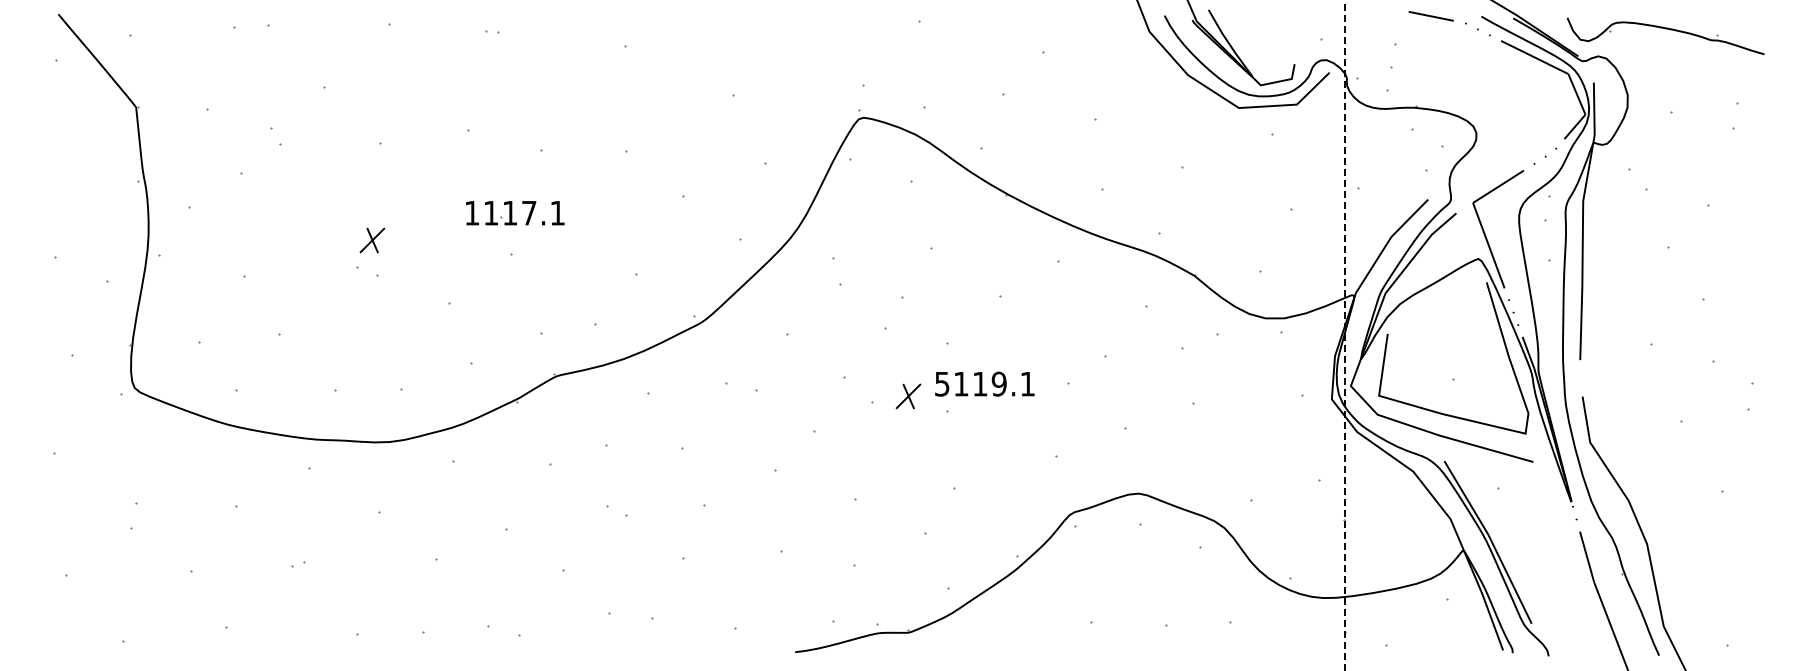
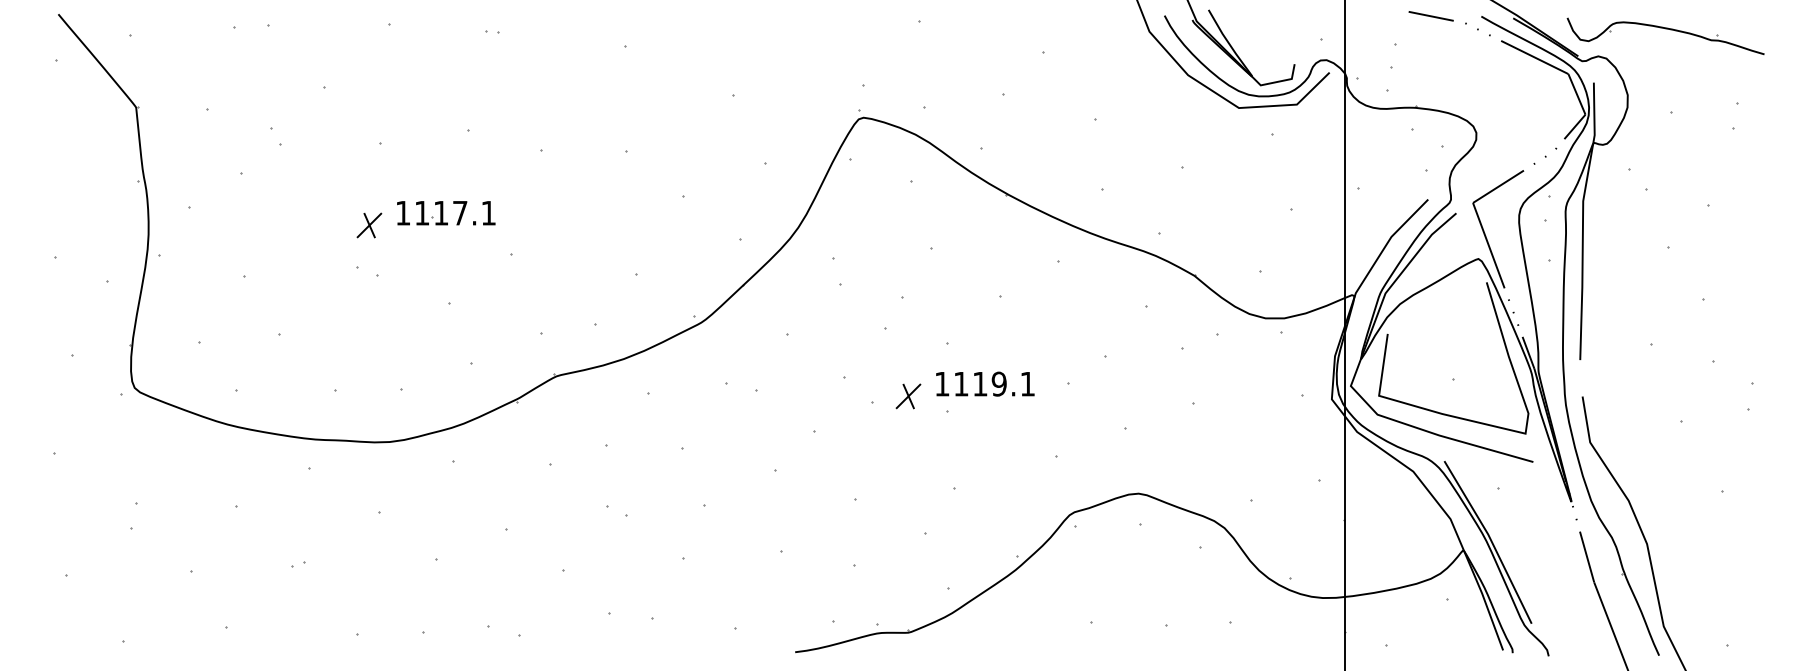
part at (515, 213) position: (515, 213) -> (446, 213)
part at (372, 240) position: (372, 240) -> (369, 225)
line at (1344, 336): dashed -> solid
text at (942, 384): 5119.1 -> 1119.1
